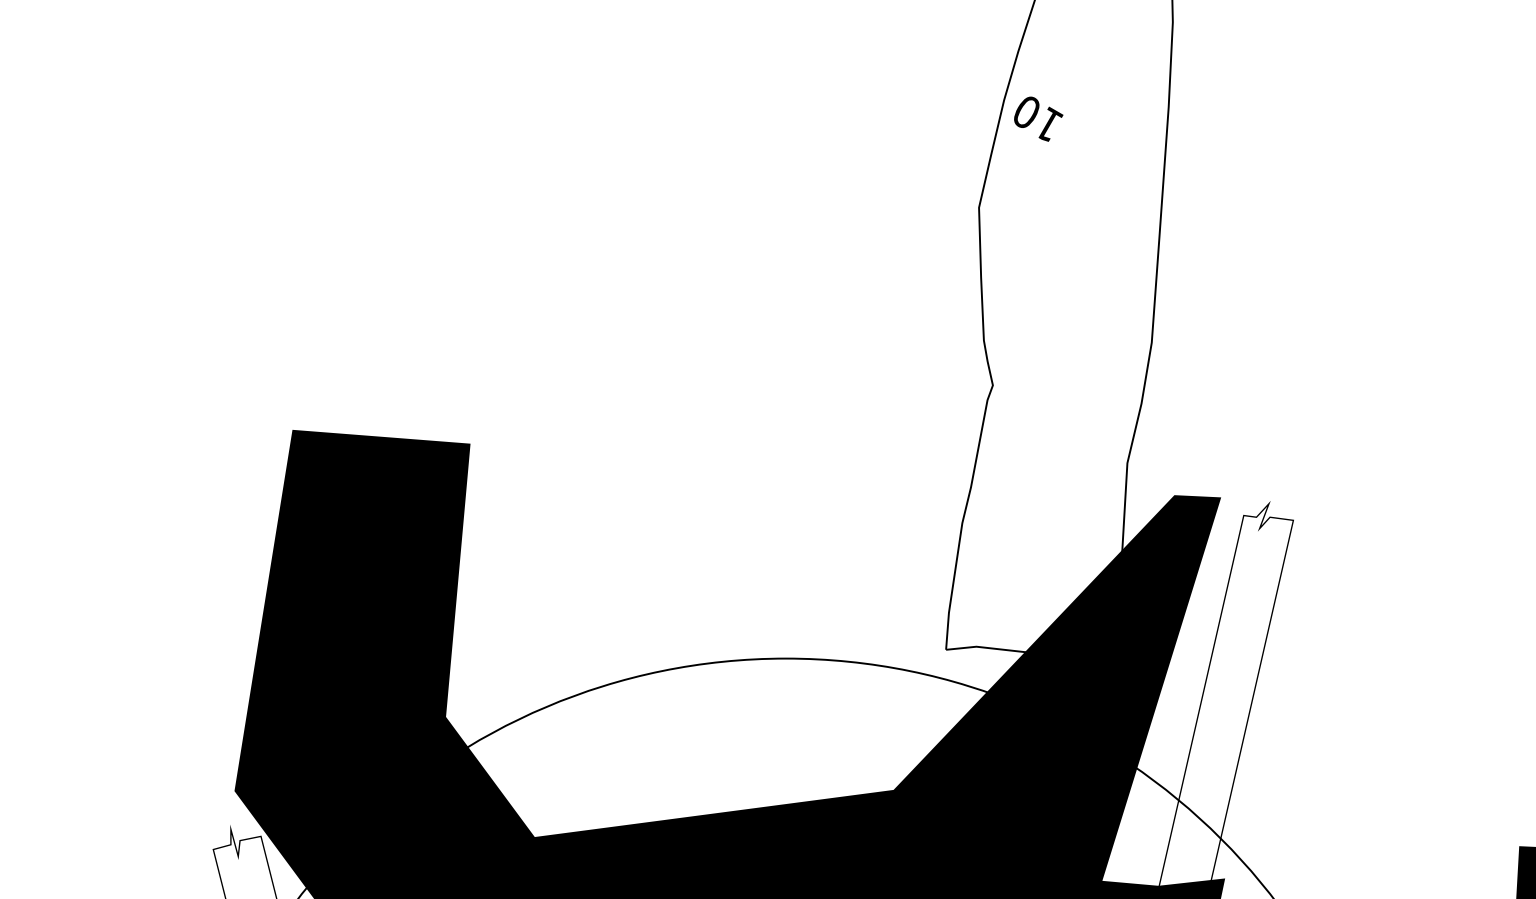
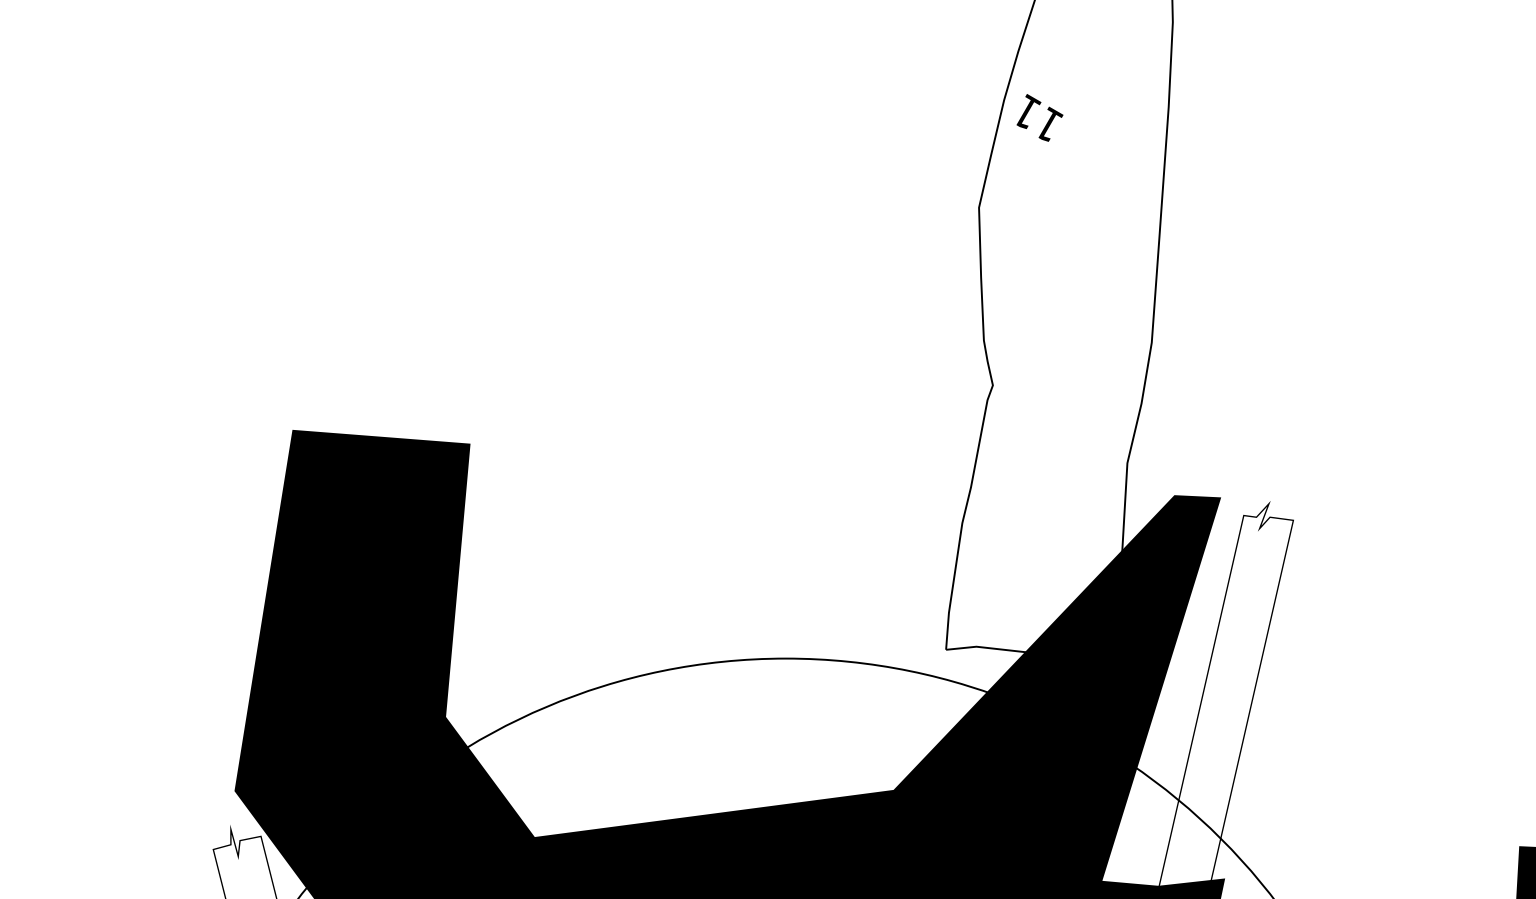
text at (1027, 111): 10 -> 11
